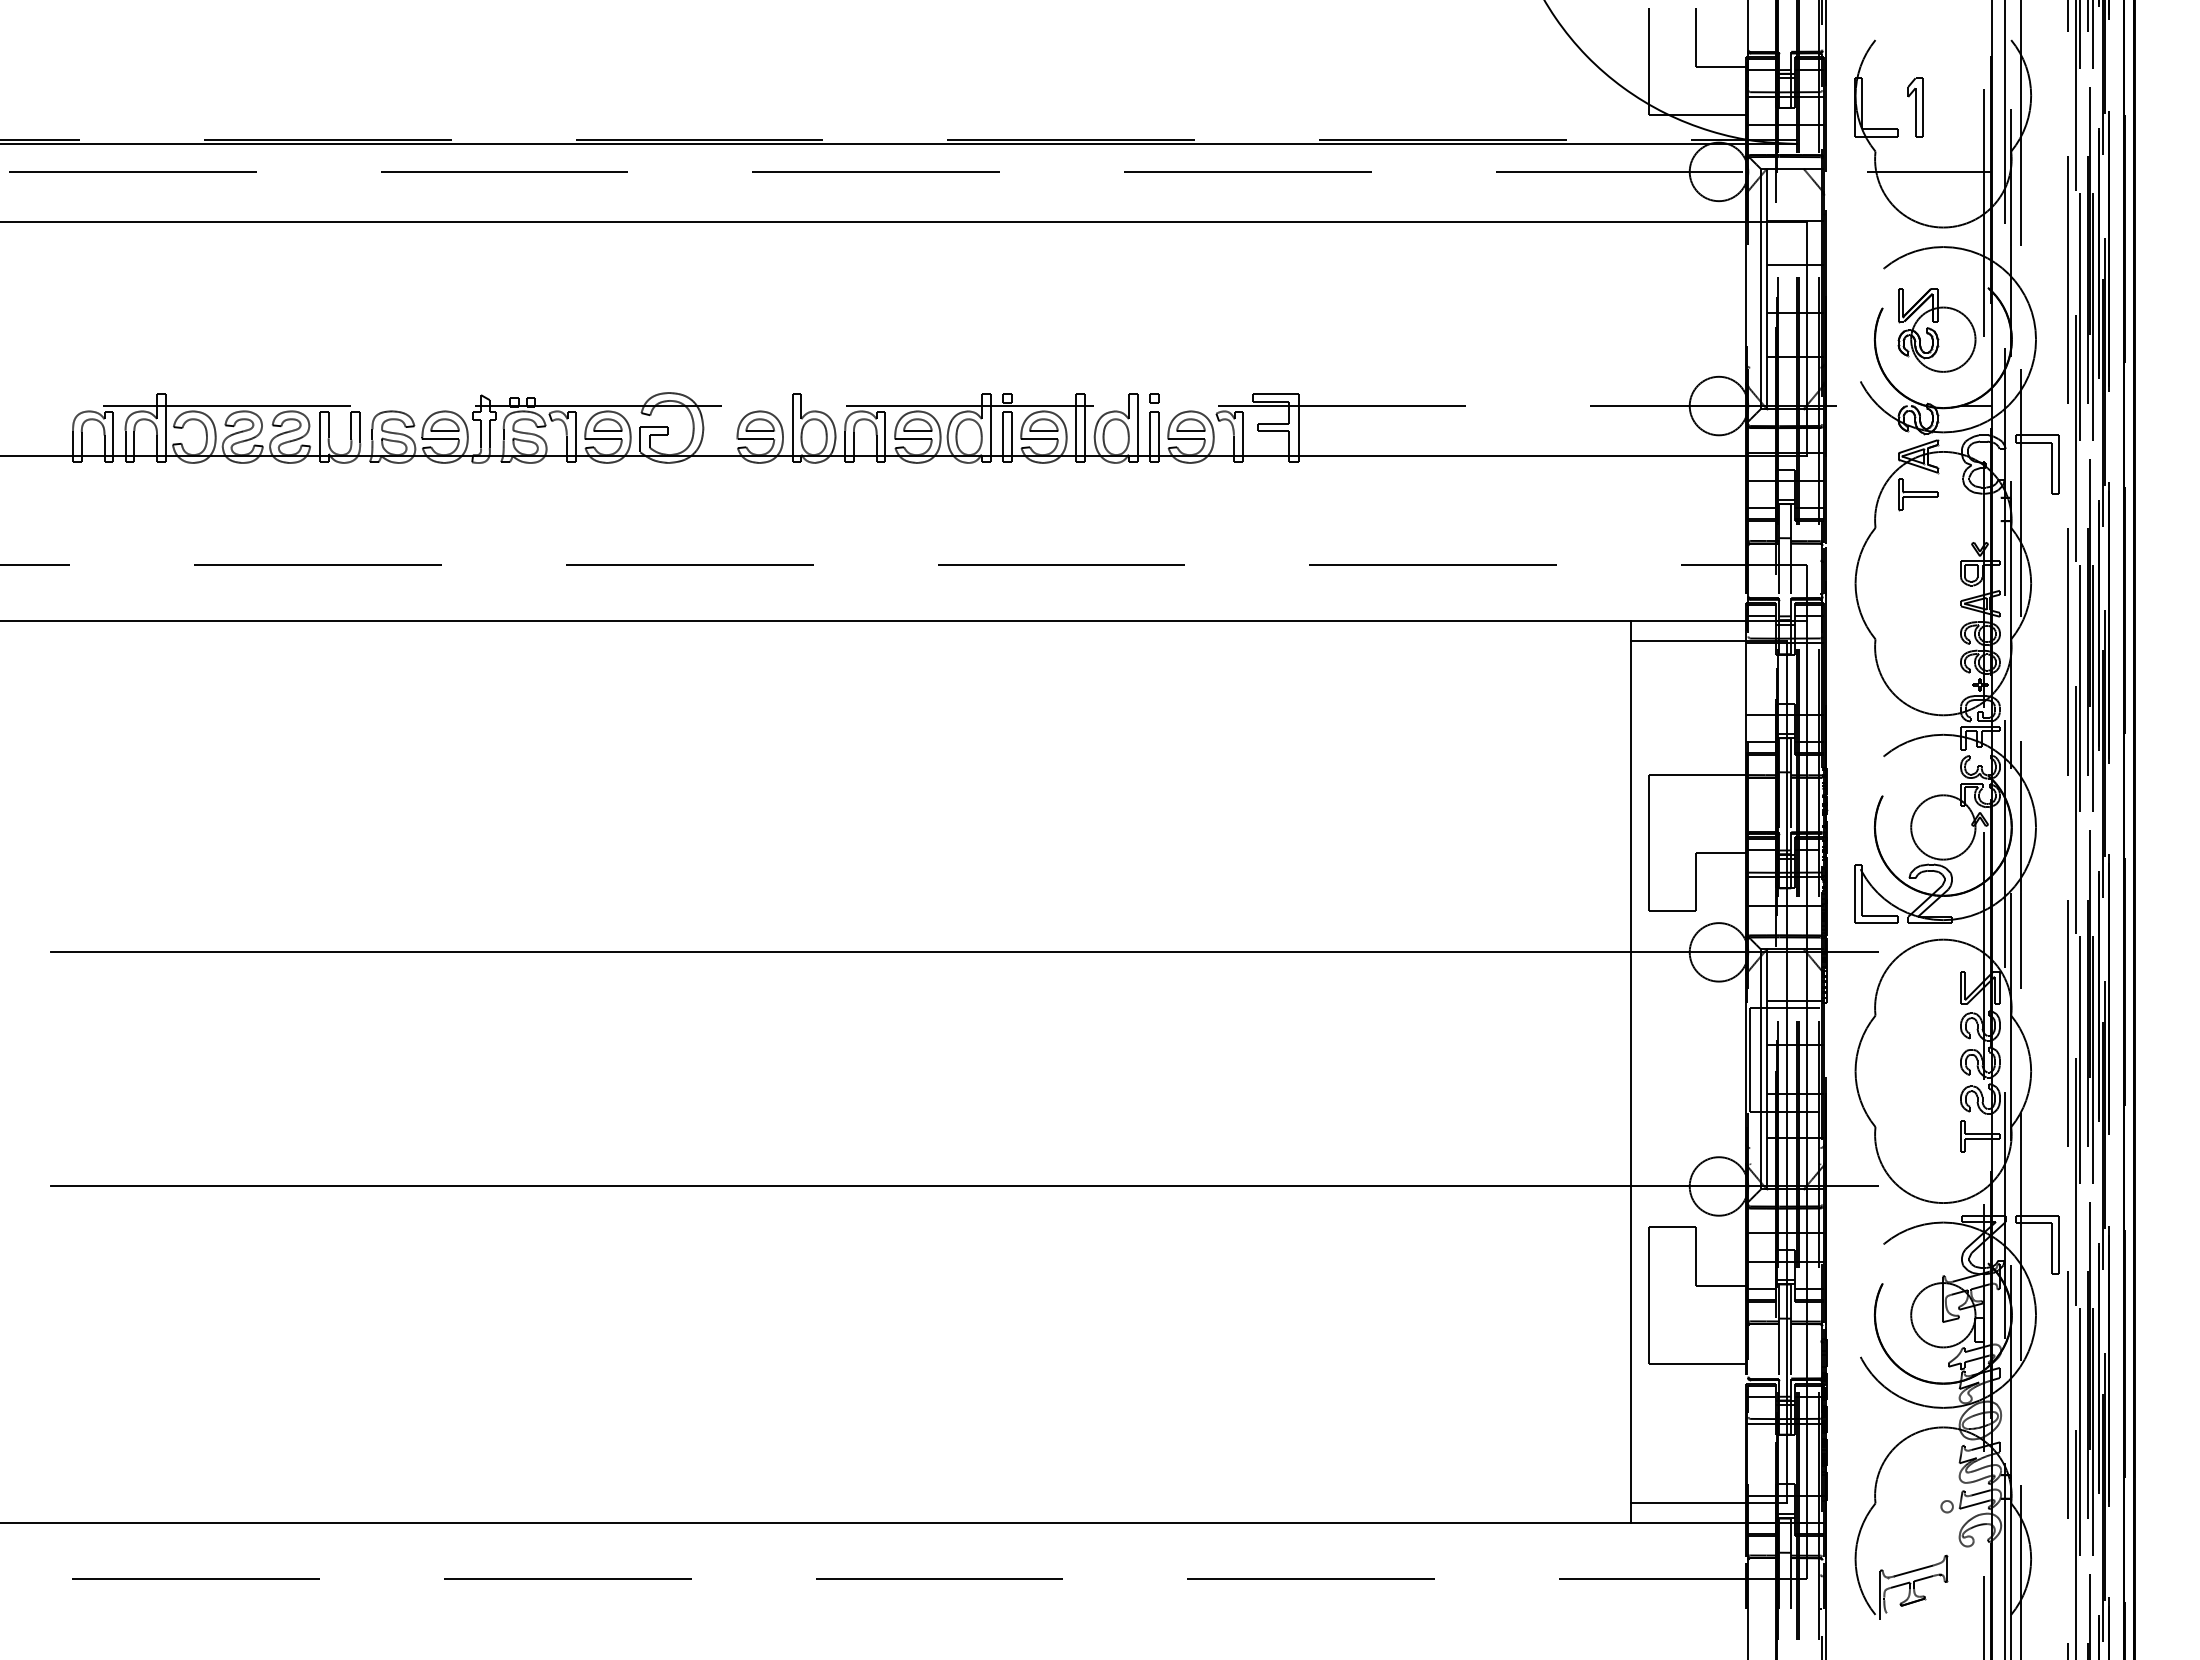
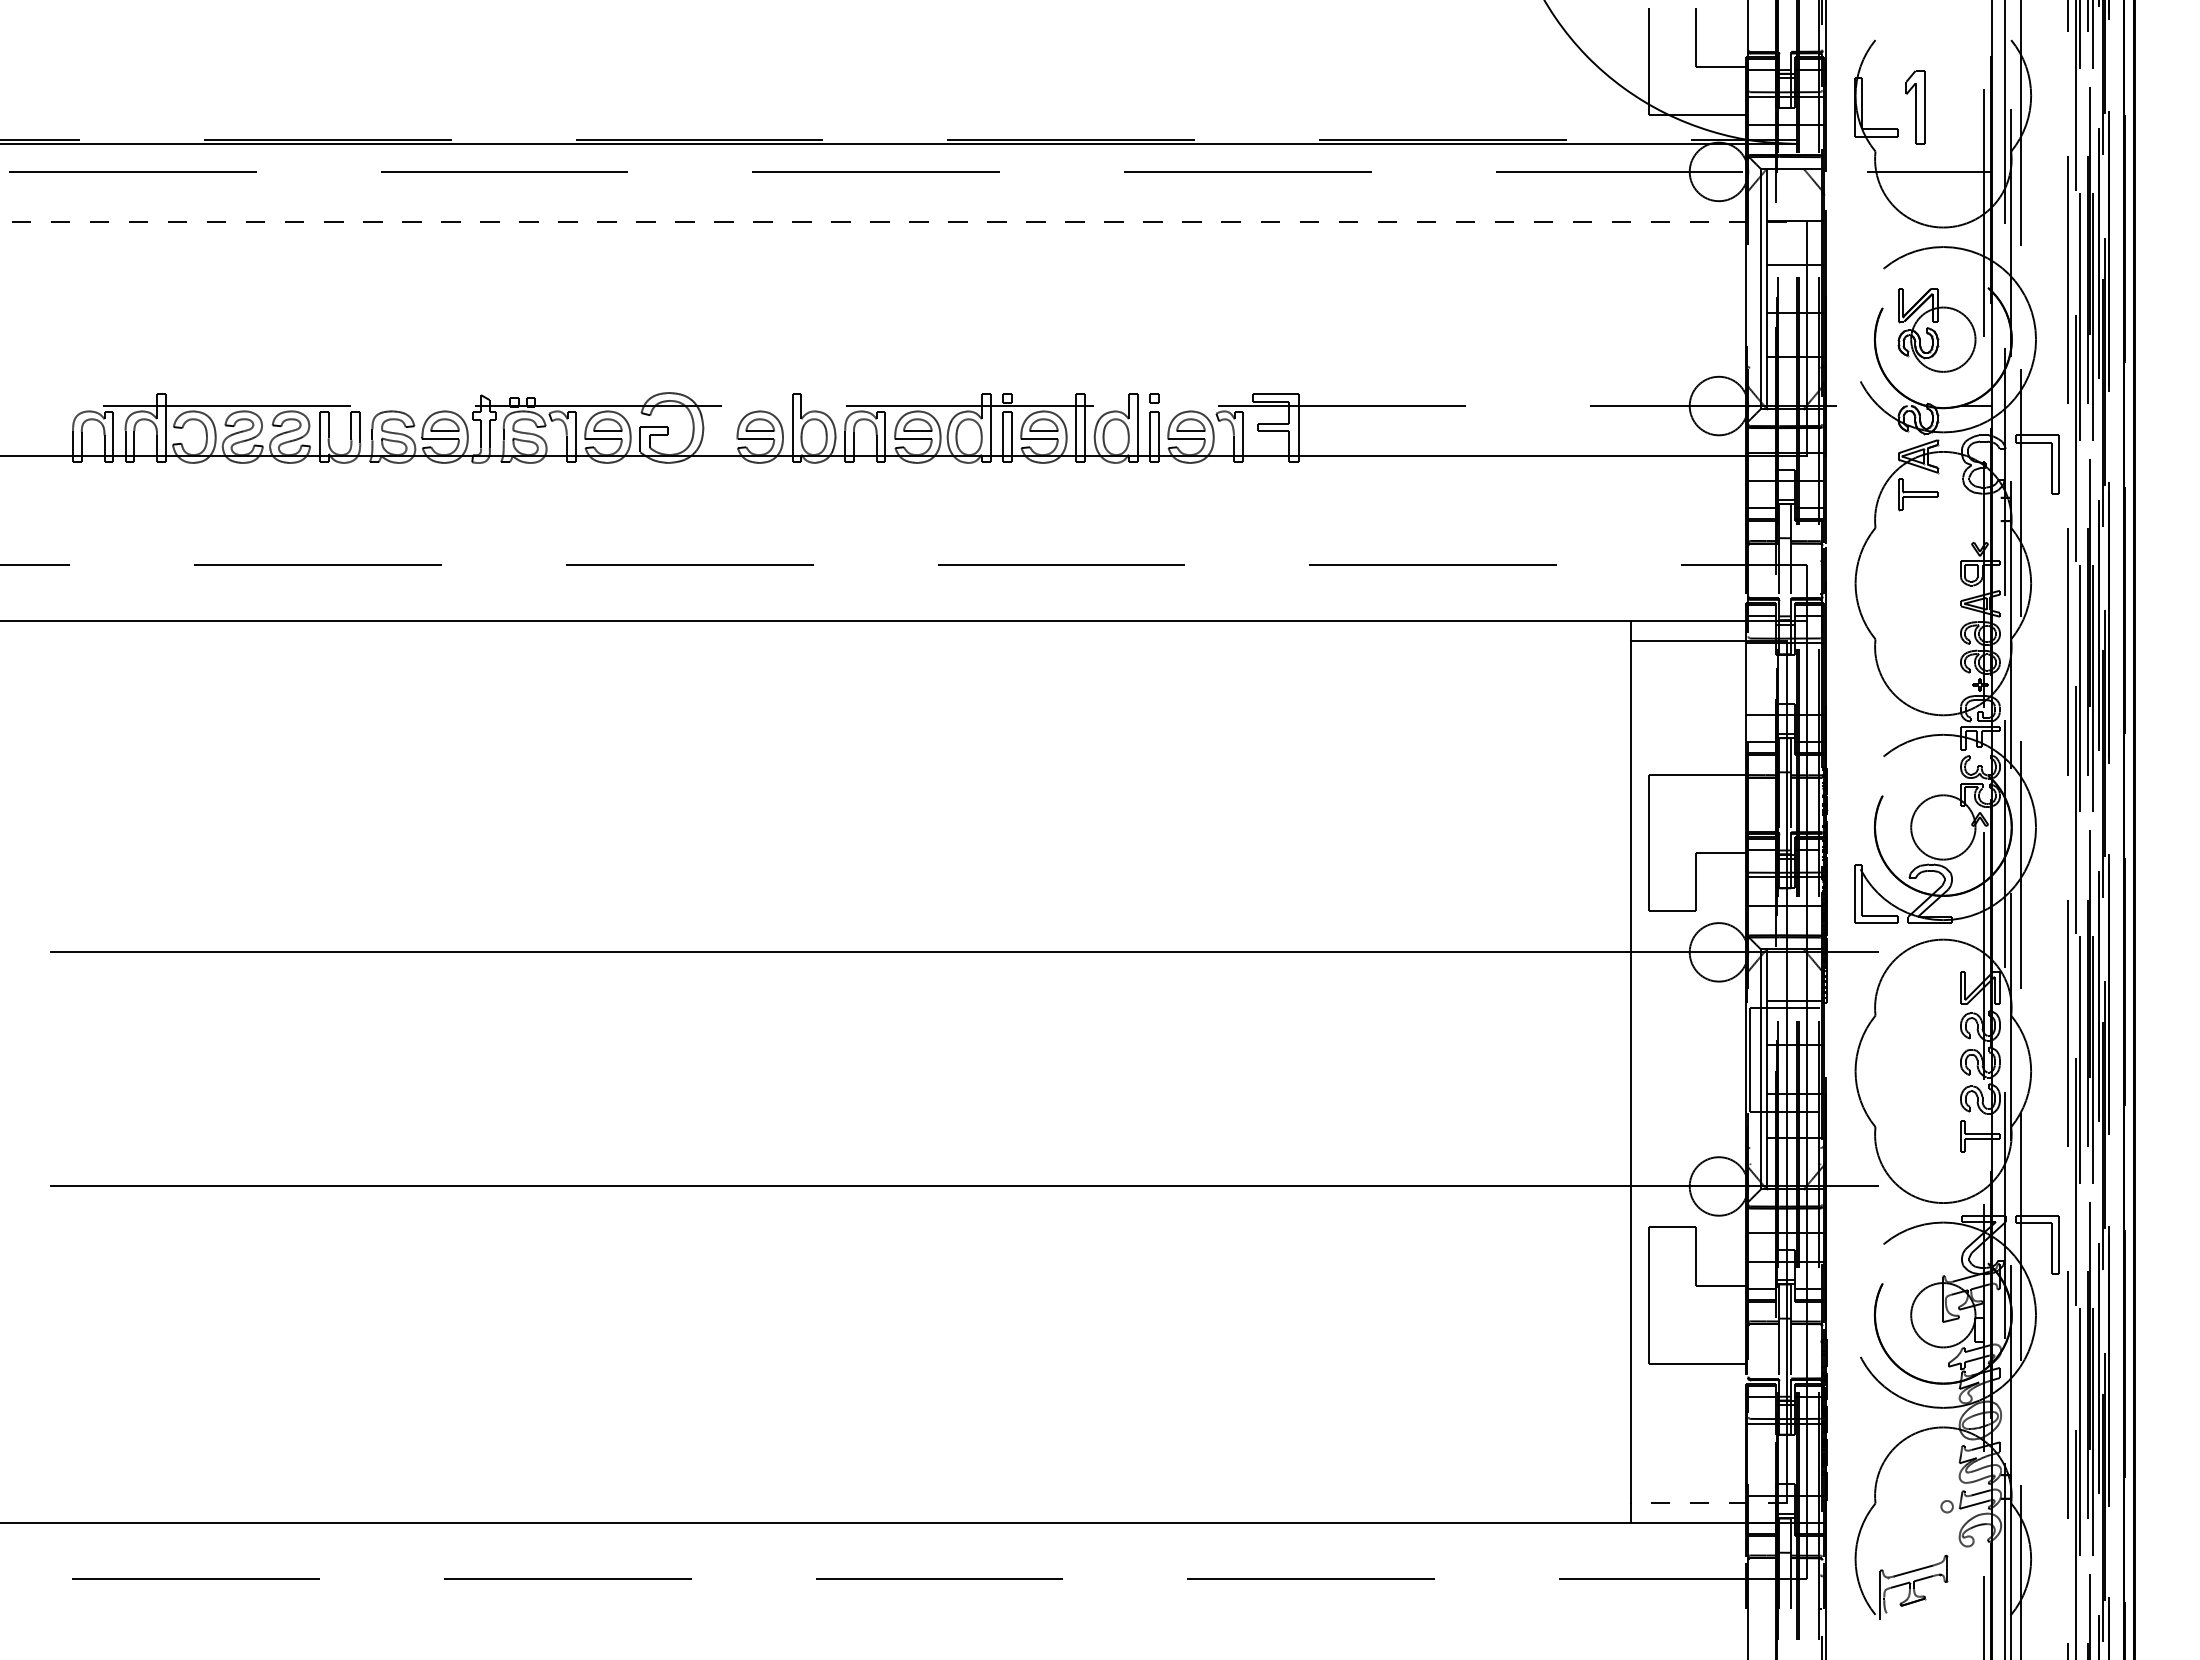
part at (1915, 107) size: 17x61 px -> 21x75 px
line at (903, 221): solid -> dashed
line at (1708, 1503): solid -> dashed
